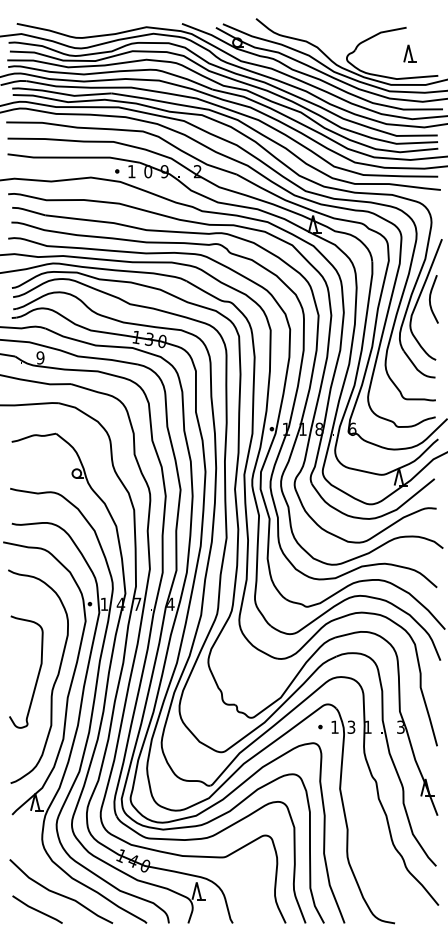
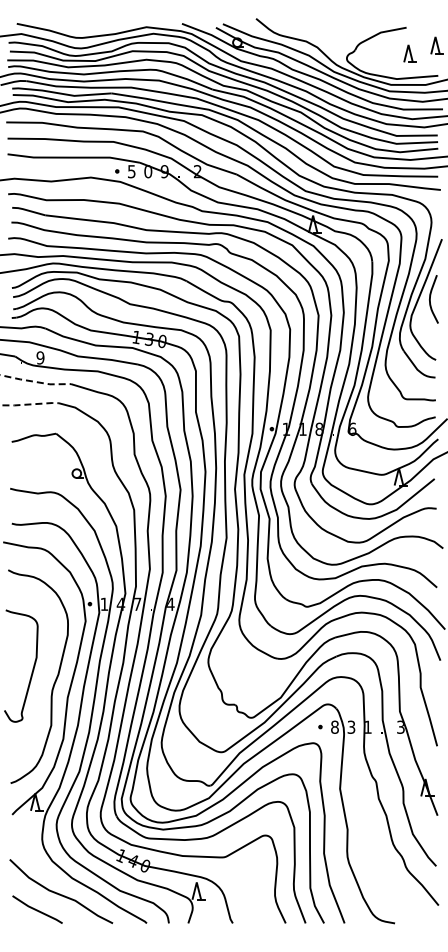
part at (436, 45): none -> present
text at (131, 171): 1 -> 5
line at (35, 381): solid -> dashed
line at (30, 404): solid -> dashed
curve at (37, 674) position: (37, 674) -> (32, 668)
text at (334, 726): 1 -> 8
